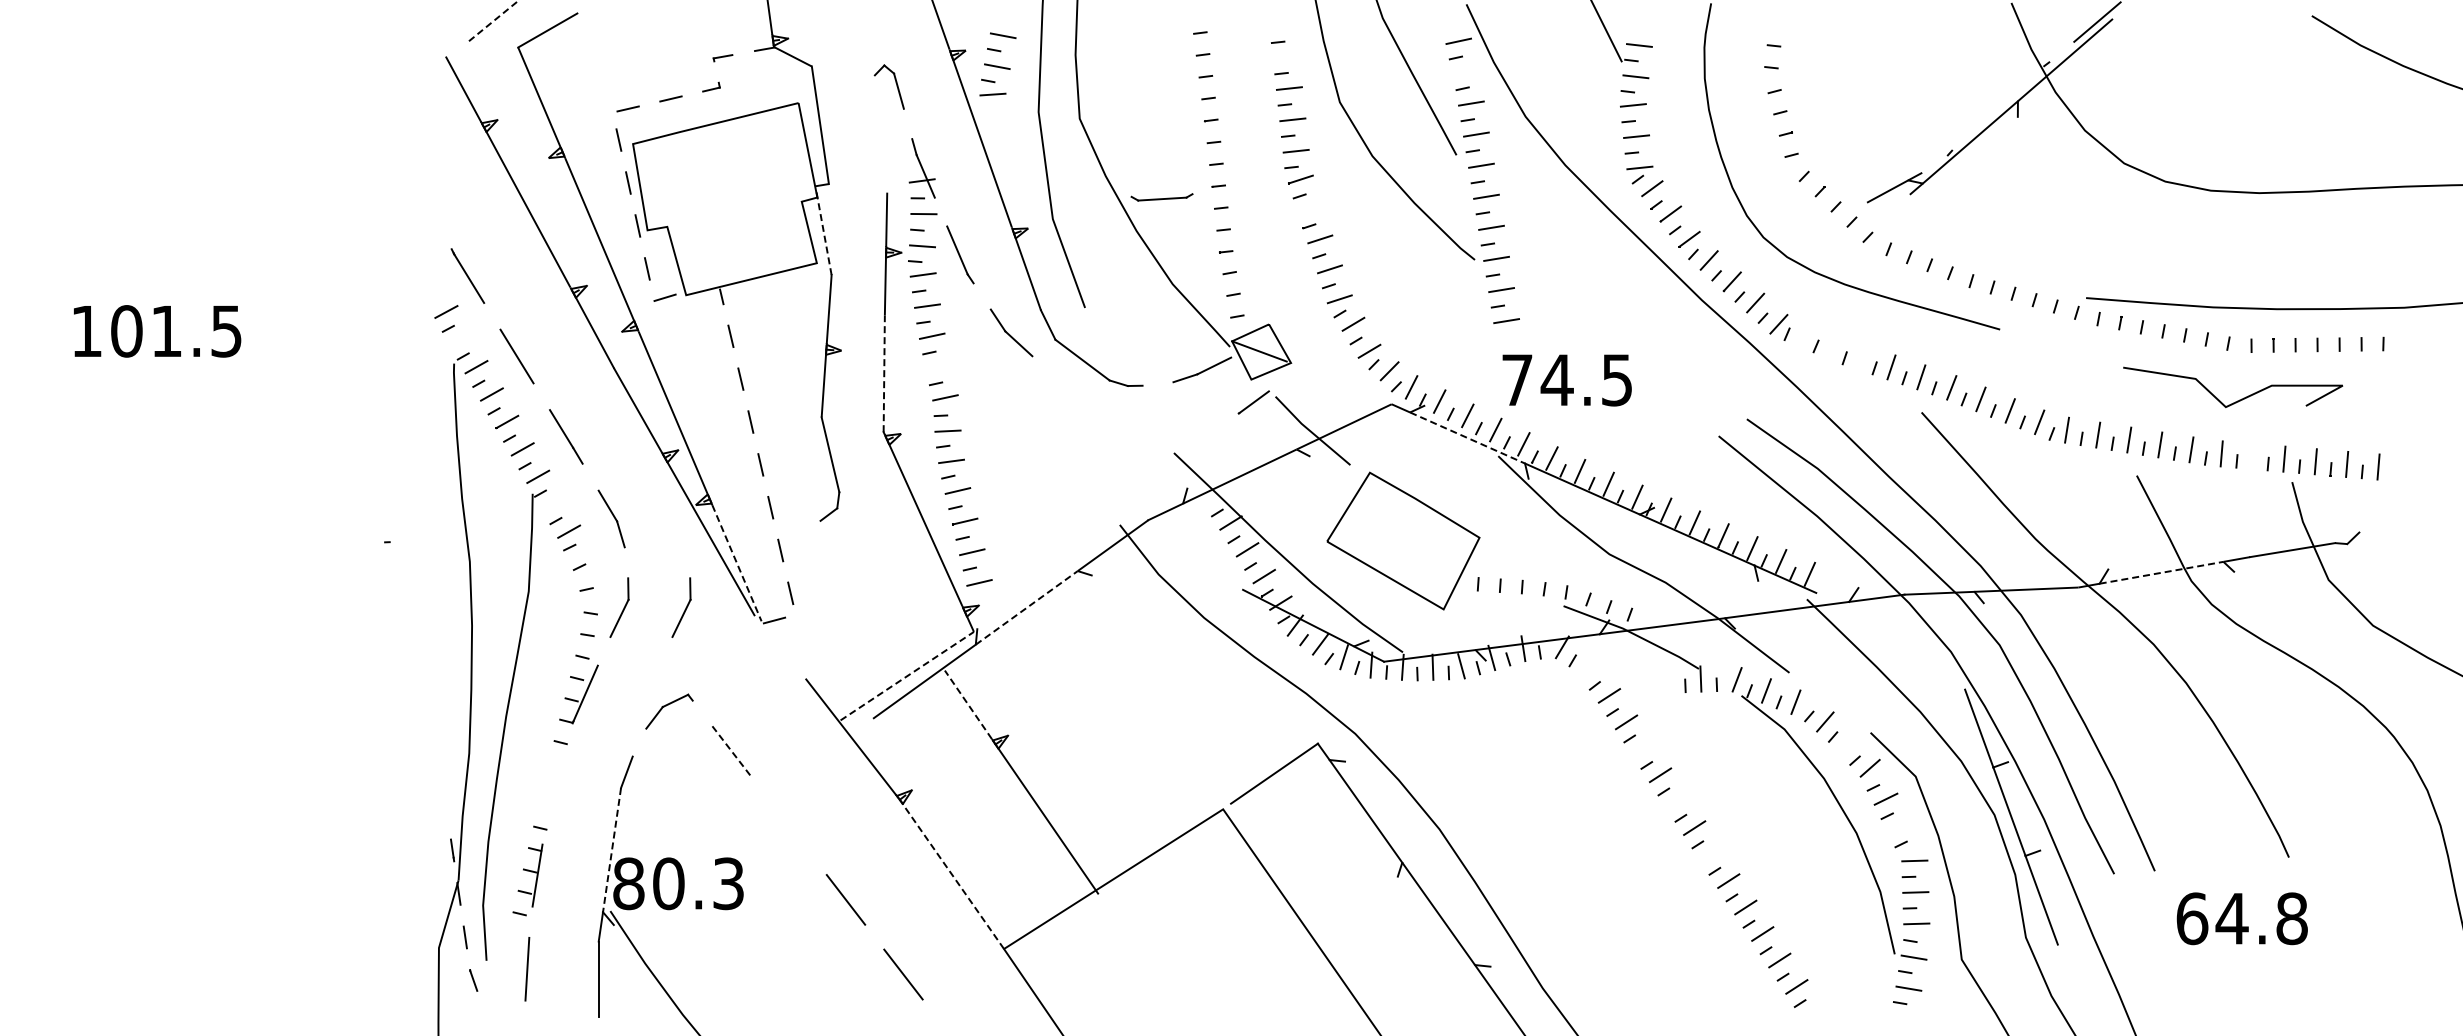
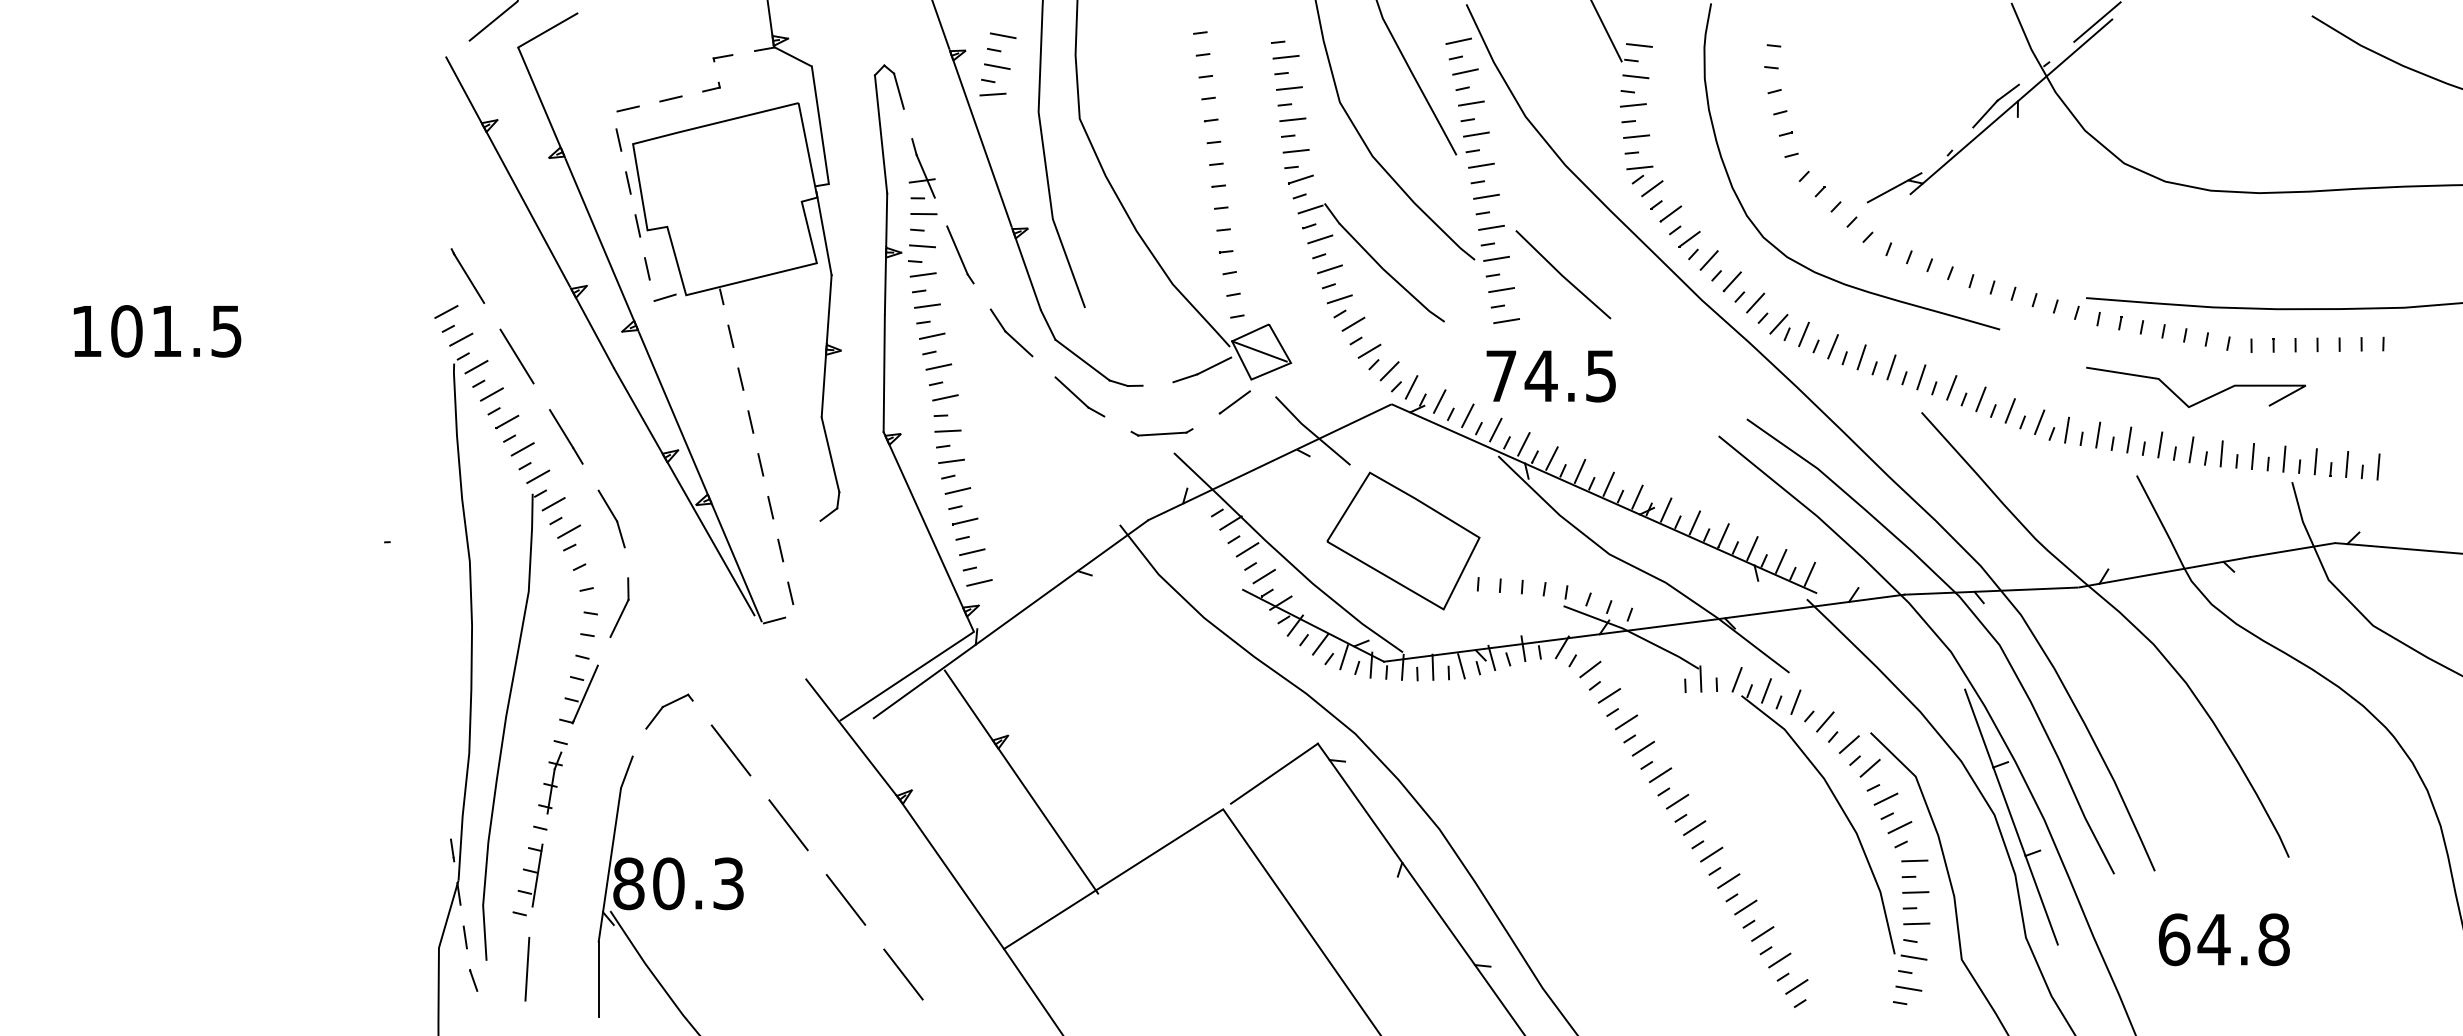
line at (494, 20): dashed -> solid
line at (1285, 56): none -> present
line at (1465, 71): none -> present
part at (1995, 105): none -> present
line at (880, 134): none -> present
part at (1161, 197) position: (1161, 197) -> (1161, 432)
line at (823, 233): dashed -> solid
part at (1370, 262): none -> present
line at (1562, 274): none -> present
line at (1803, 334): none -> present
line at (461, 339): none -> present
line at (1832, 346): none -> present
line at (1861, 357): none -> present
line at (938, 366): none -> present
line at (884, 373): dashed -> solid
text at (1566, 380) position: (1566, 380) -> (1550, 376)
part at (1079, 396): none -> present
curve at (2239, 399) position: (2239, 399) -> (2202, 399)
line at (1253, 402) position: (1253, 402) -> (1234, 402)
line at (1467, 438): dashed -> solid
line at (2252, 455): none -> present
line at (553, 504): none -> present
line at (2403, 548): none -> present
line at (737, 563): dashed -> solid
line at (2161, 572): dashed -> solid
part at (681, 607): present -> none
line at (1026, 607): dashed -> solid
line at (1590, 669): none -> present
line at (907, 675): dashed -> solid
line at (968, 704): dashed -> solid
line at (1848, 744): none -> present
line at (1643, 748): none -> present
line at (730, 750): dashed -> solid
part at (550, 782): none -> present
line at (1677, 801): none -> present
line at (788, 825): none -> present
line at (1899, 827): none -> present
line at (611, 851): dashed -> solid
line at (1711, 854): none -> present
line at (951, 873): dashed -> solid
text at (2241, 918) position: (2241, 918) -> (2223, 939)
